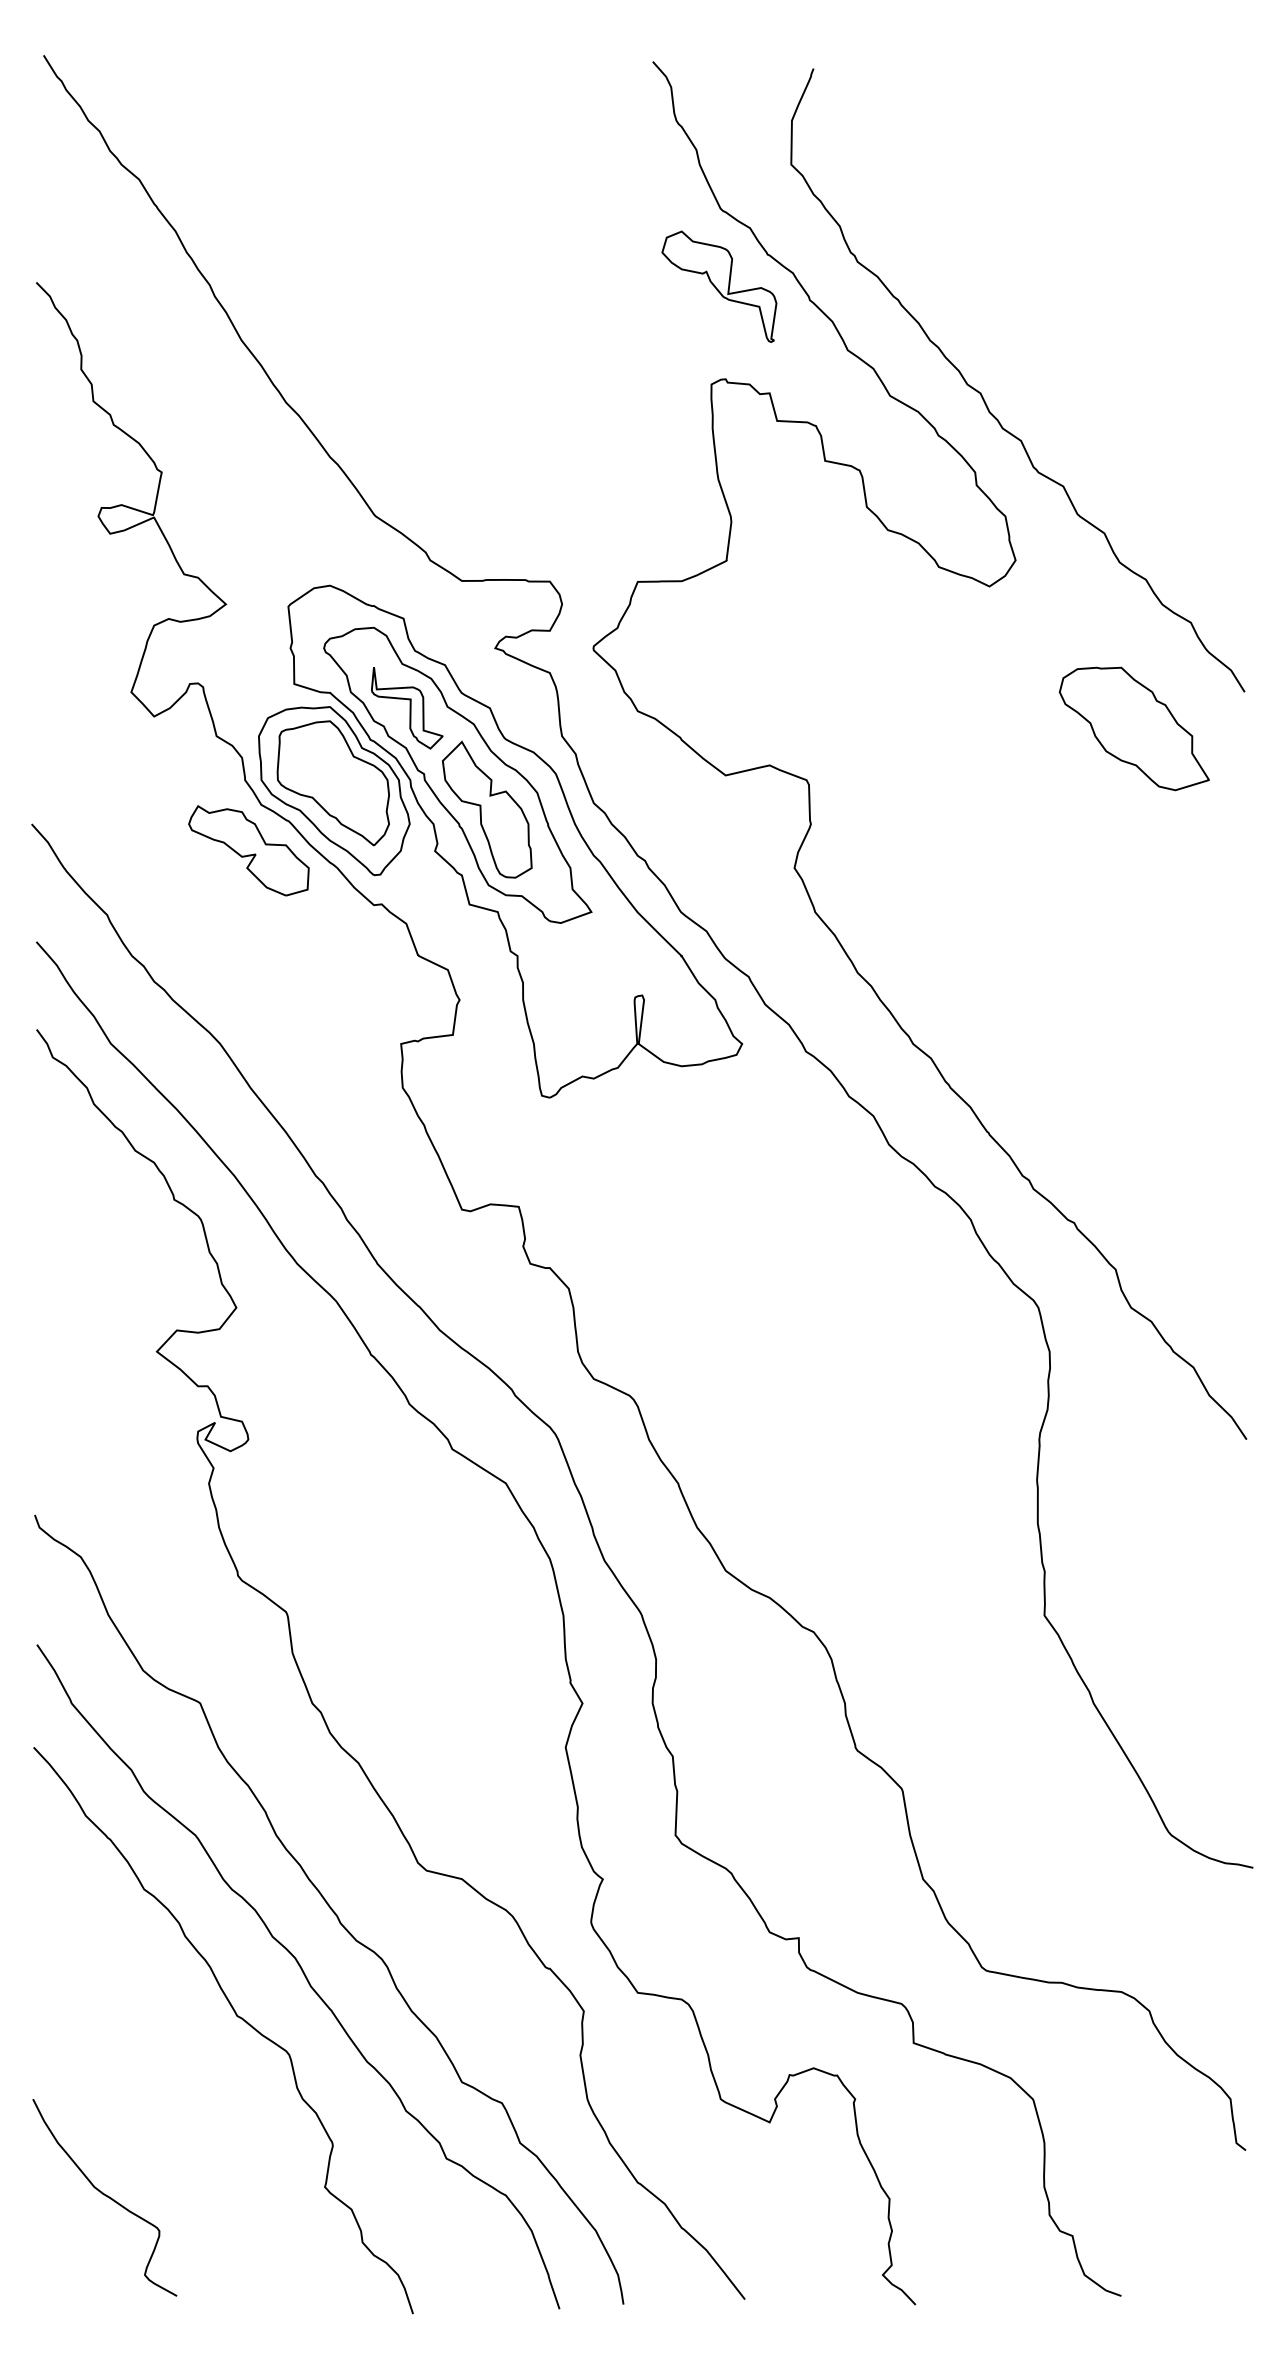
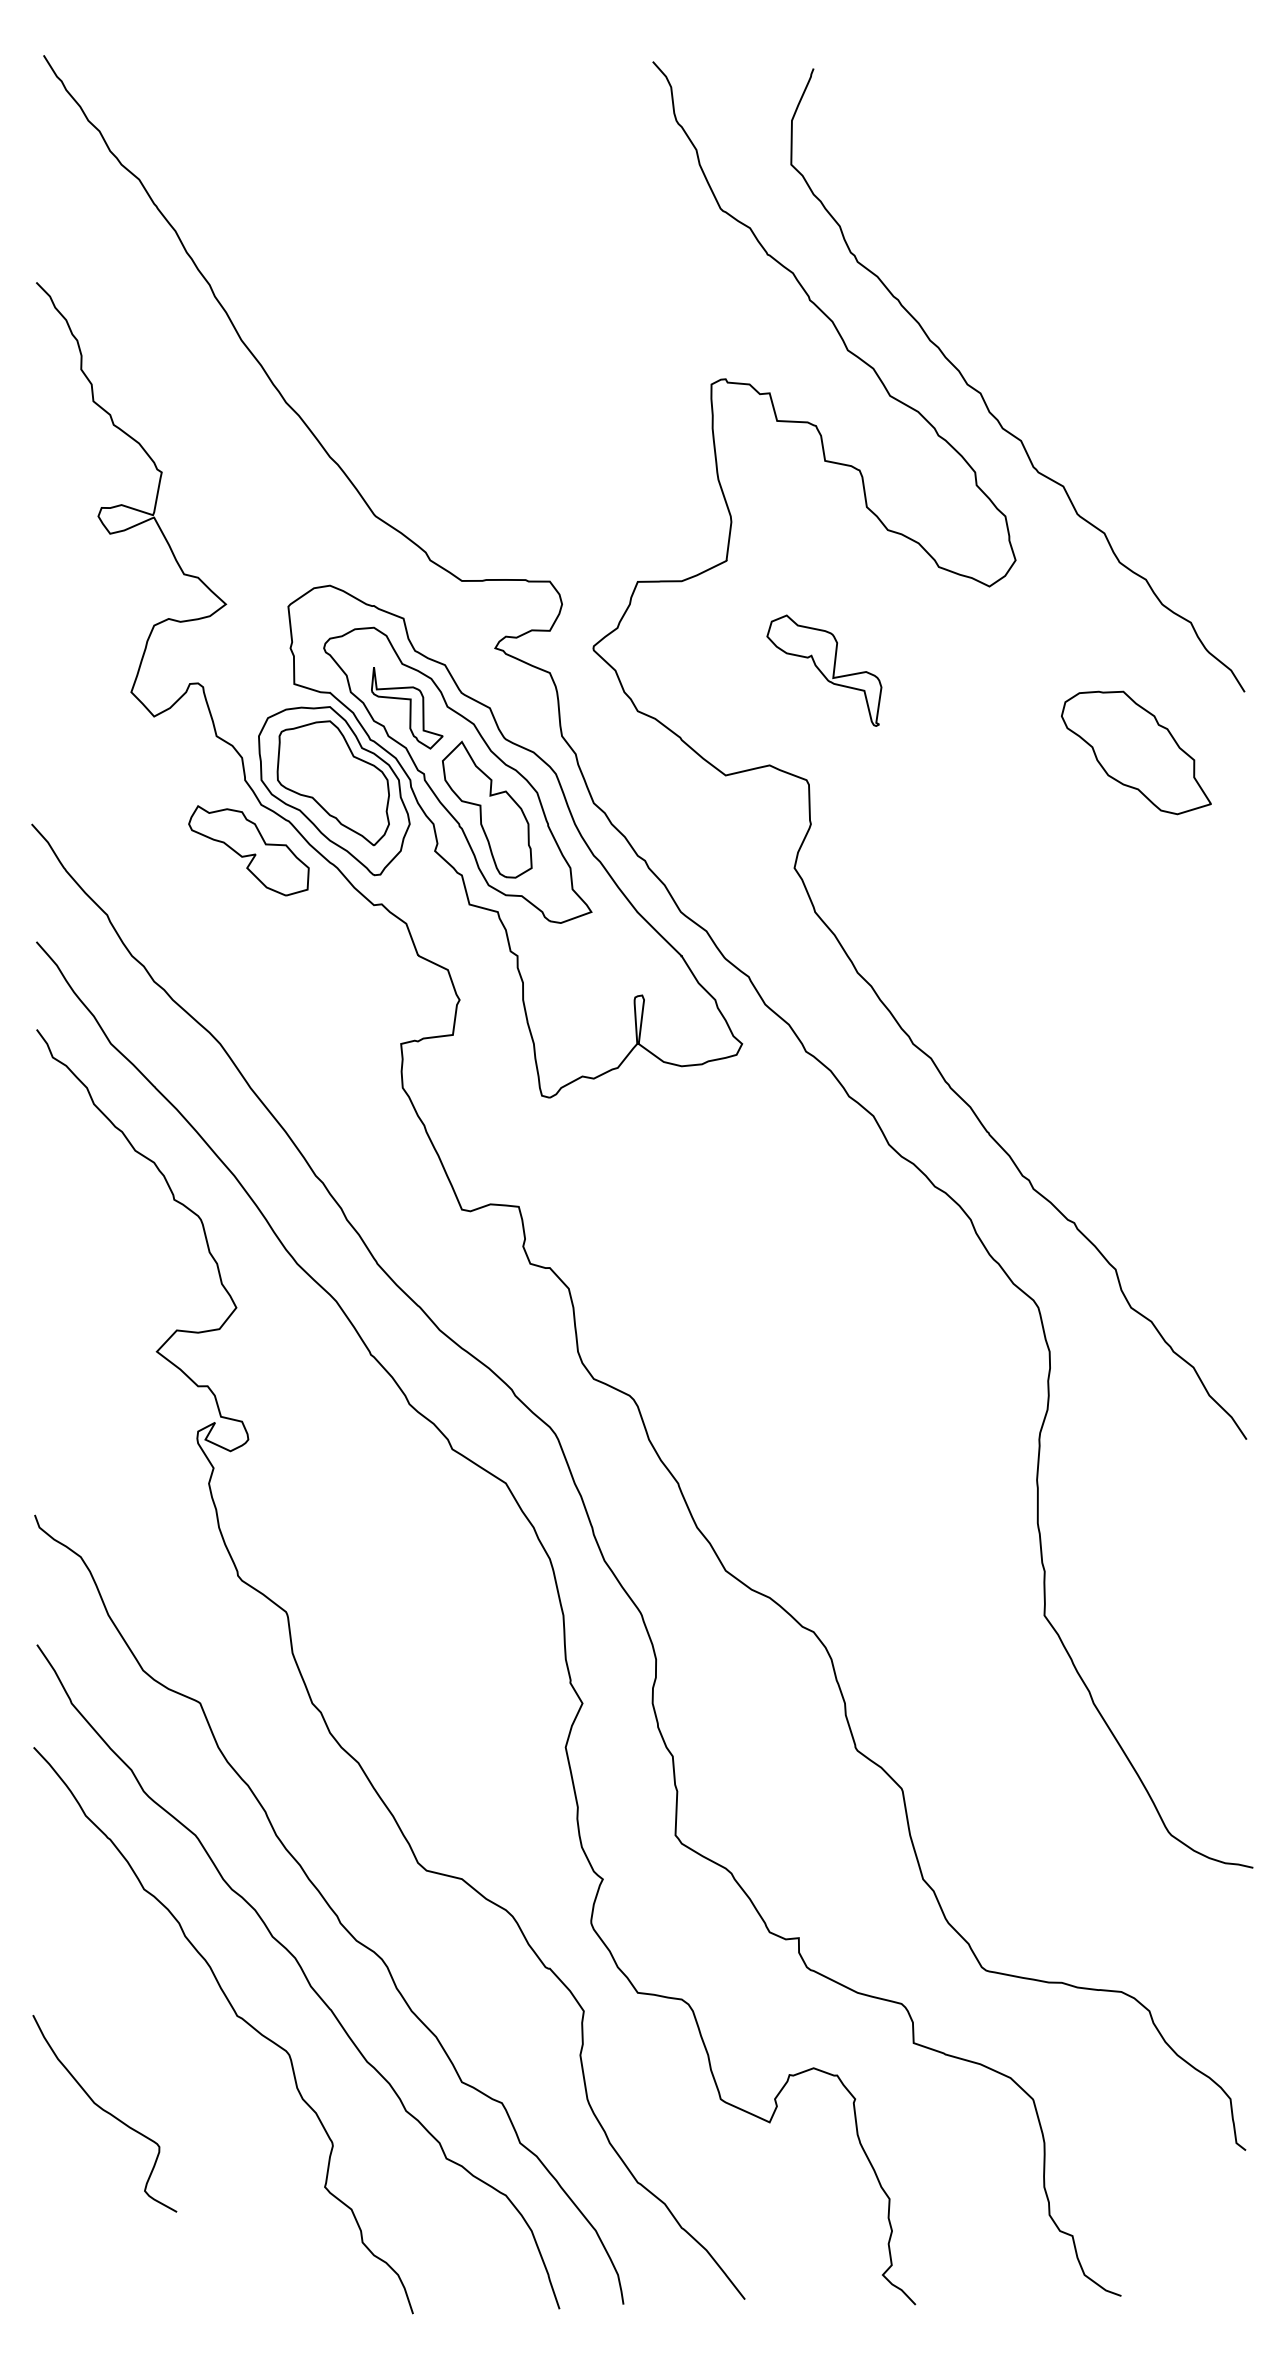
part at (719, 286) position: (719, 286) -> (824, 670)
part at (1134, 728) position: (1134, 728) -> (1136, 752)
curve at (105, 2196) position: (105, 2196) -> (105, 2112)
